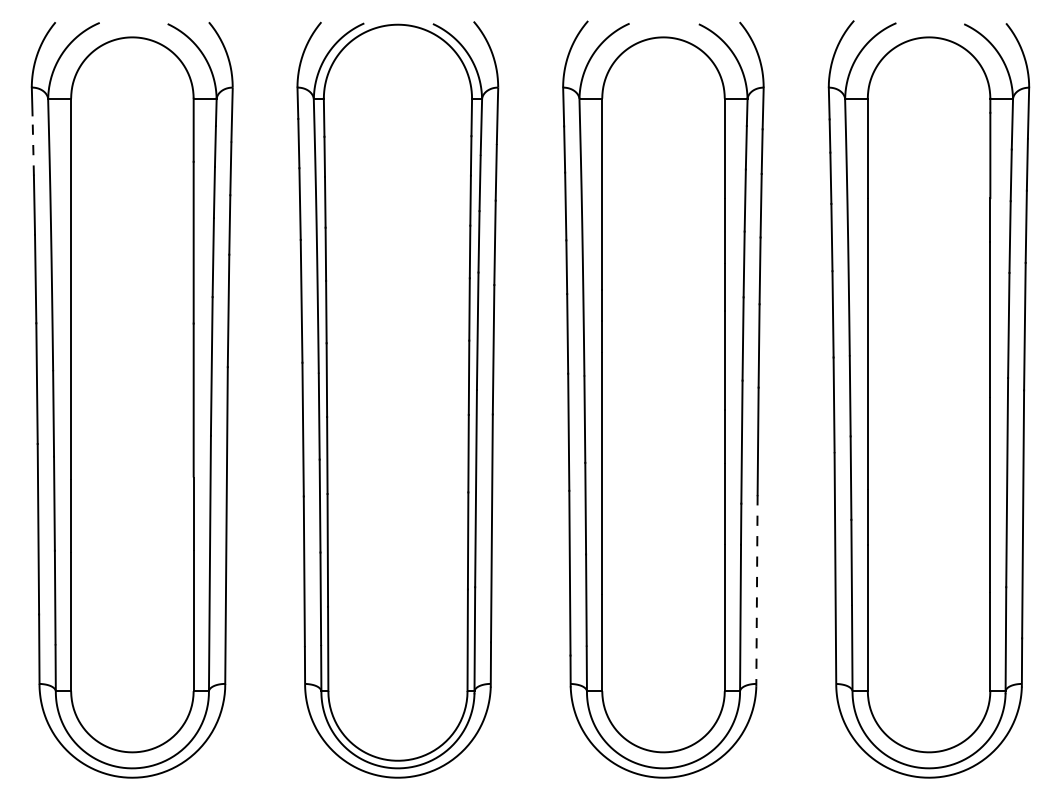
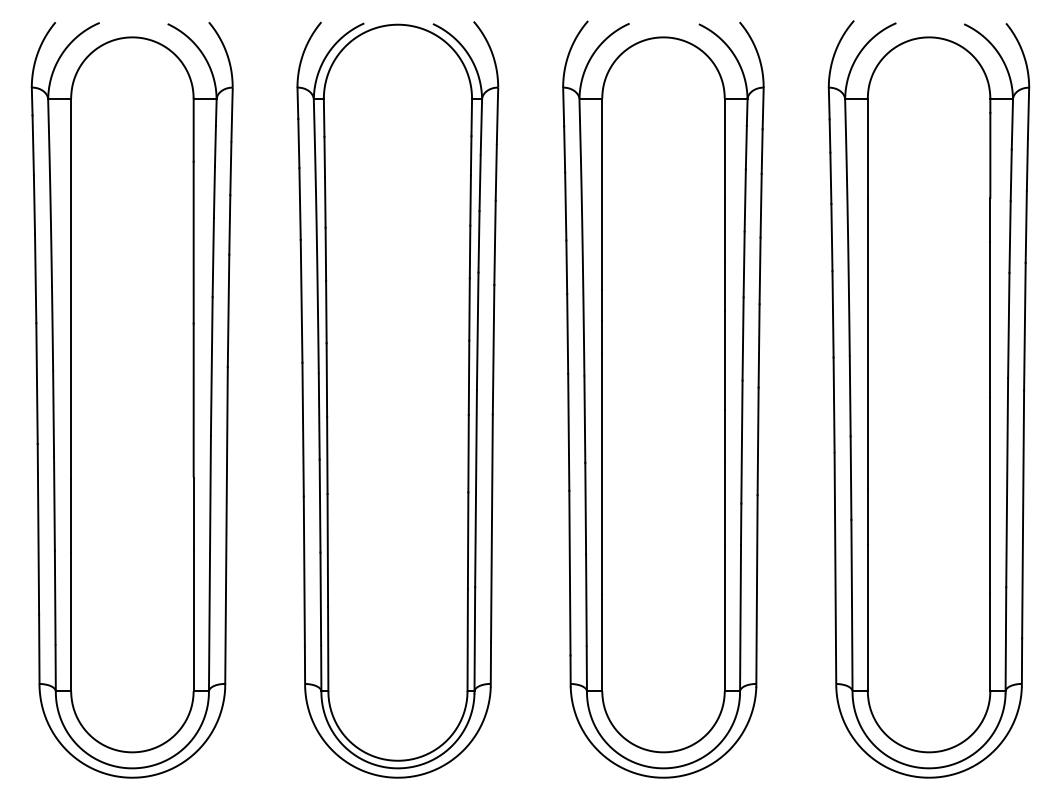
line at (33, 145): dashed -> solid
line at (756, 591): dashed -> solid
